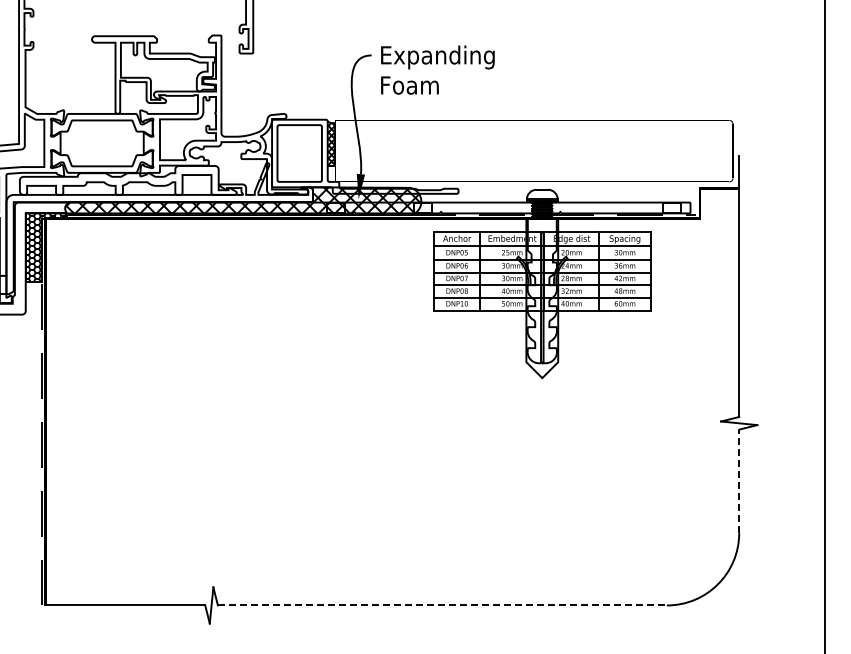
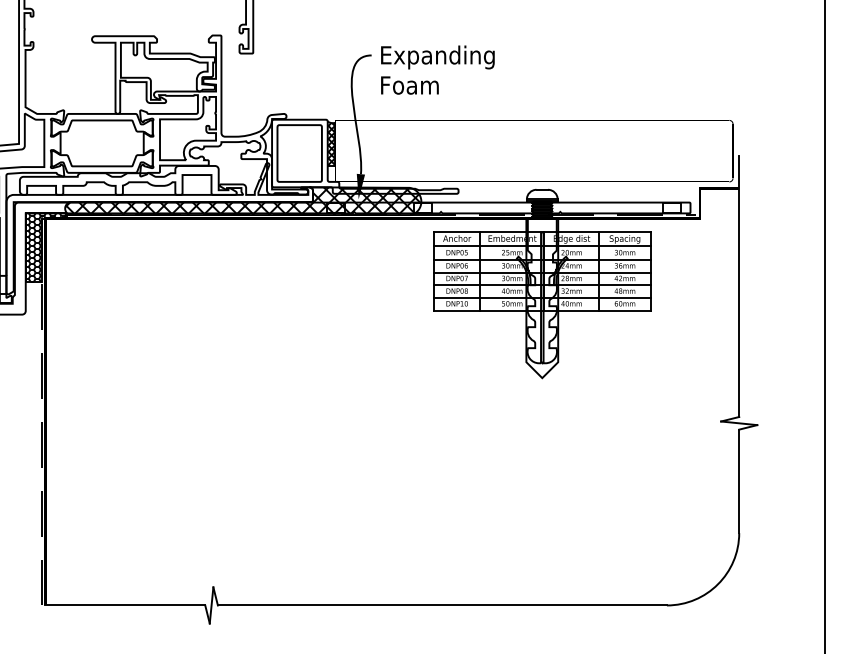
line at (739, 481): dashed -> solid
line at (442, 605): dashed -> solid
